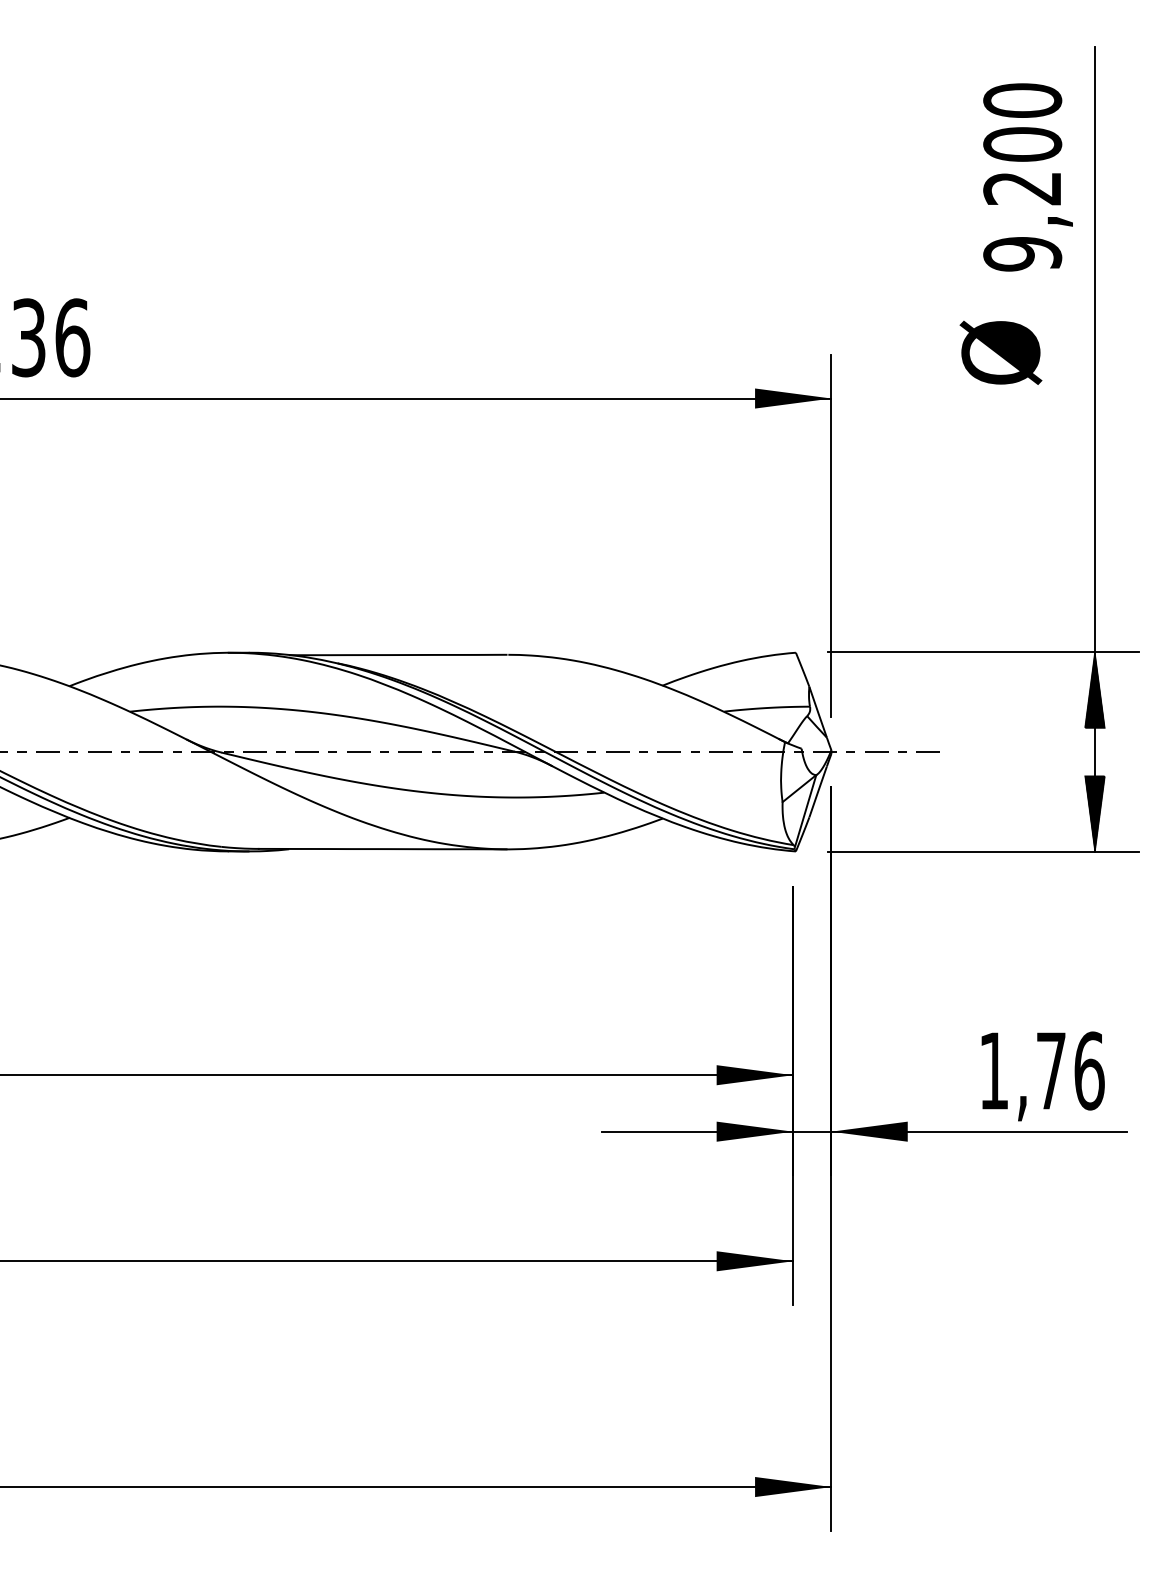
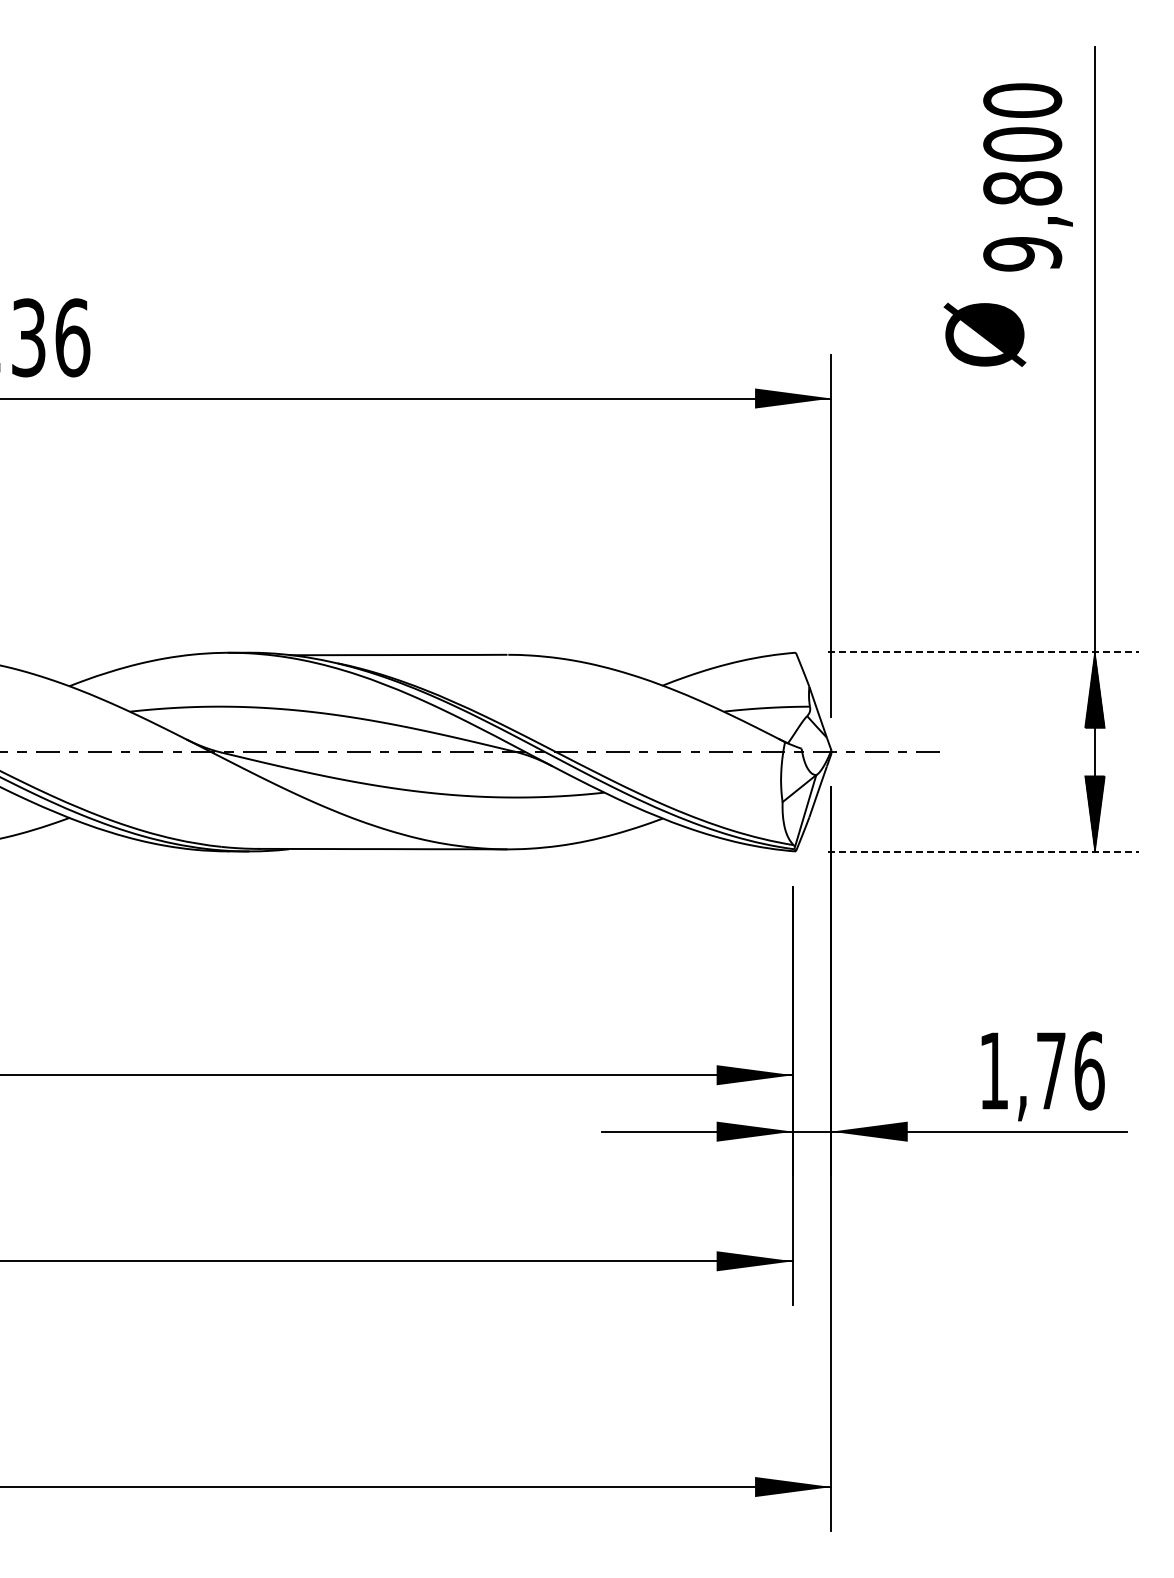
text at (1022, 188): 9,200 -> 9,800
text at (1000, 352) position: (1000, 352) -> (984, 334)
line at (983, 651): solid -> dashed
line at (983, 852): solid -> dashed
